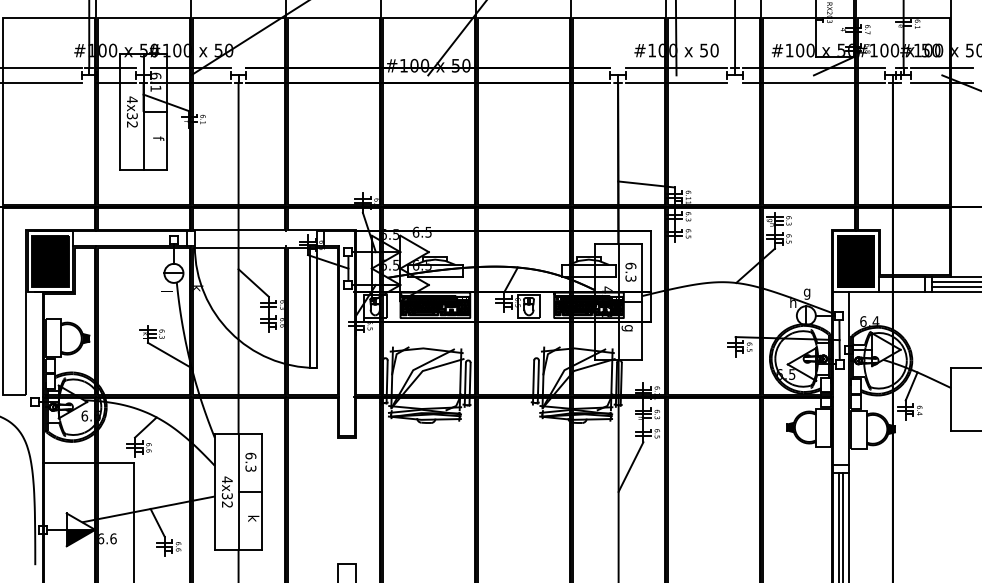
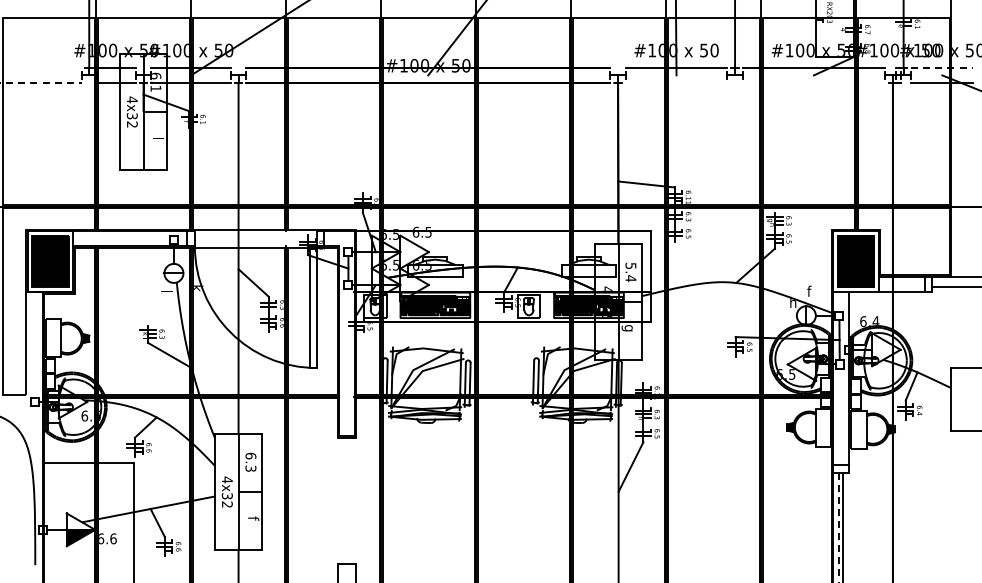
line at (41, 67): present -> none
line at (942, 67): solid -> dashed
line at (41, 82): solid -> dashed
line at (676, 82): present -> none
line at (813, 83): present -> none
text at (158, 138): f -> l
text at (630, 272): 6.3 -> 5.4
line at (955, 282): present -> none
text at (807, 292): g -> f
line at (955, 292): present -> none
text at (253, 518): k -> f
line at (848, 525): present -> none
line at (838, 527): solid -> dashed
